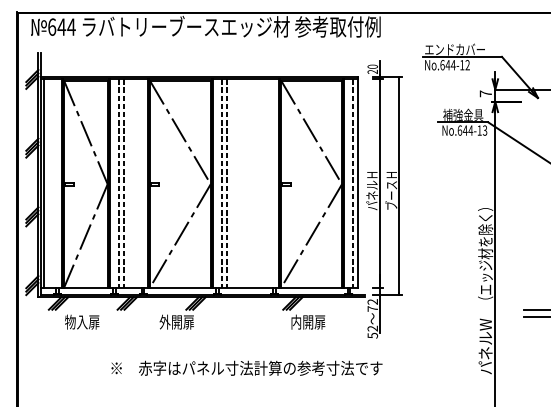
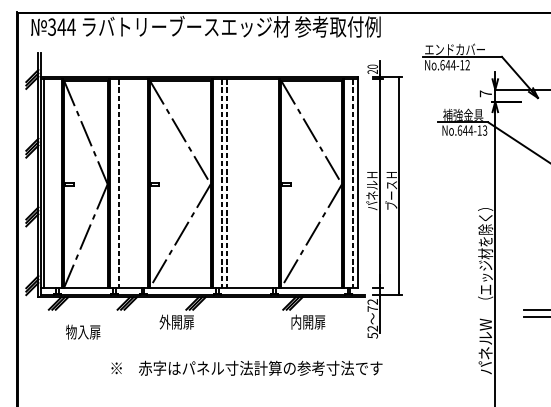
text at (52, 26): 644 -> 344
line at (123, 183): present -> none
text at (82, 321) position: (82, 321) -> (83, 331)
